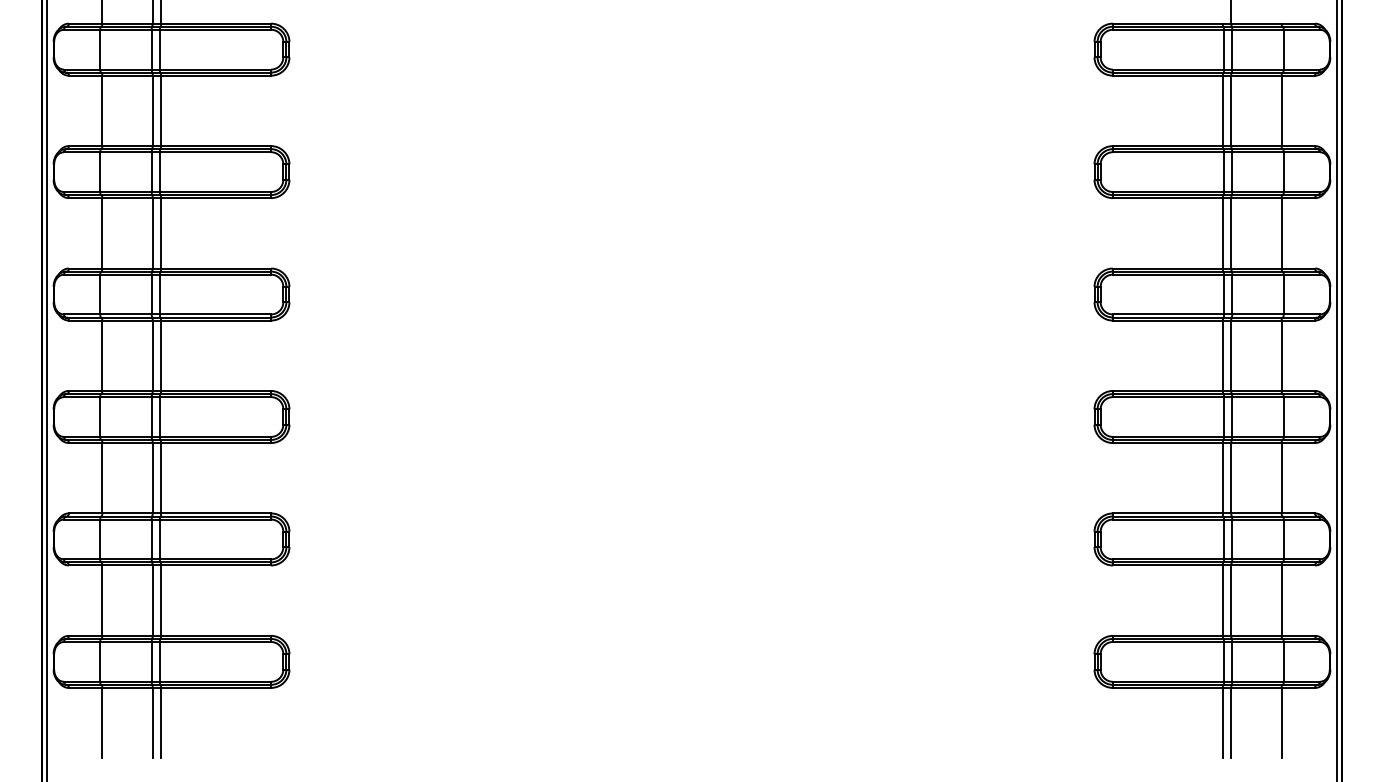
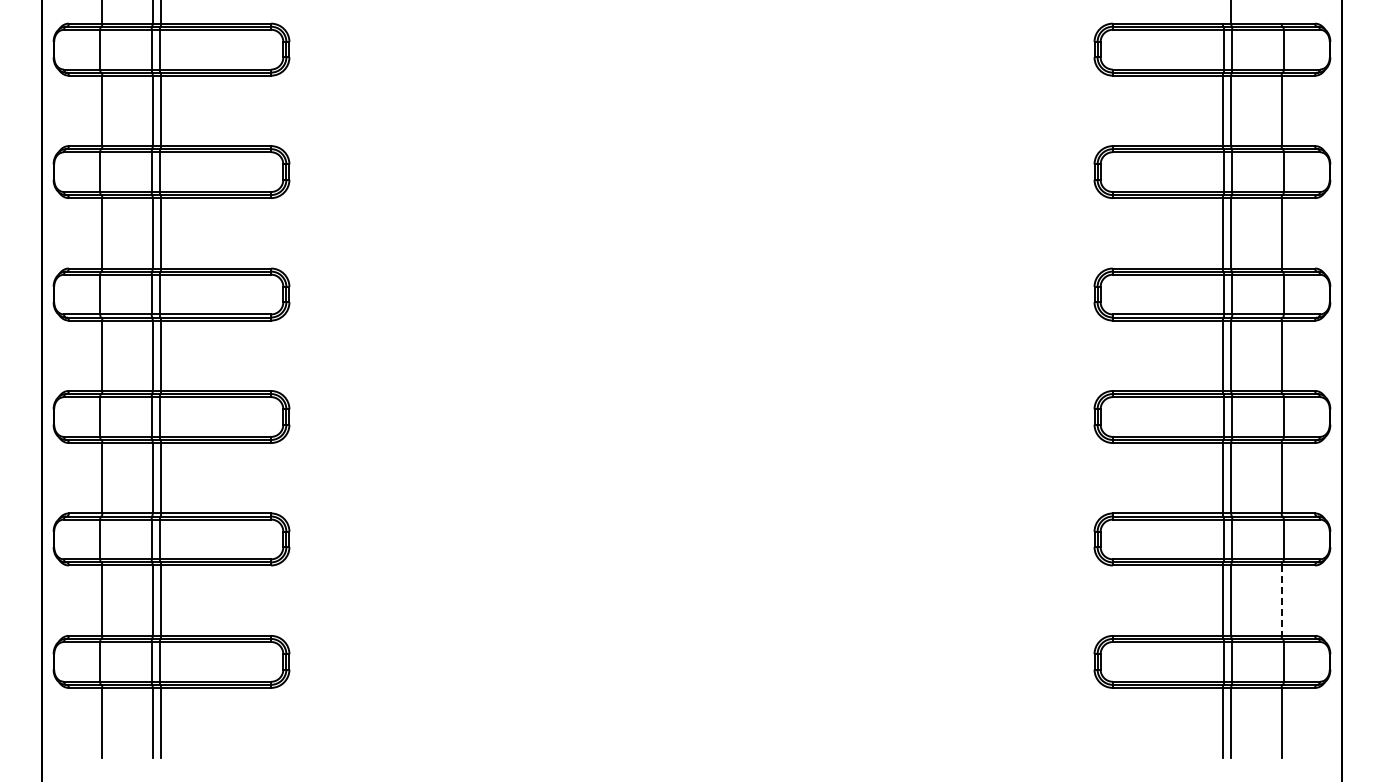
line at (46, 390): present -> none
line at (1337, 390): present -> none
line at (1281, 601): solid -> dashed
